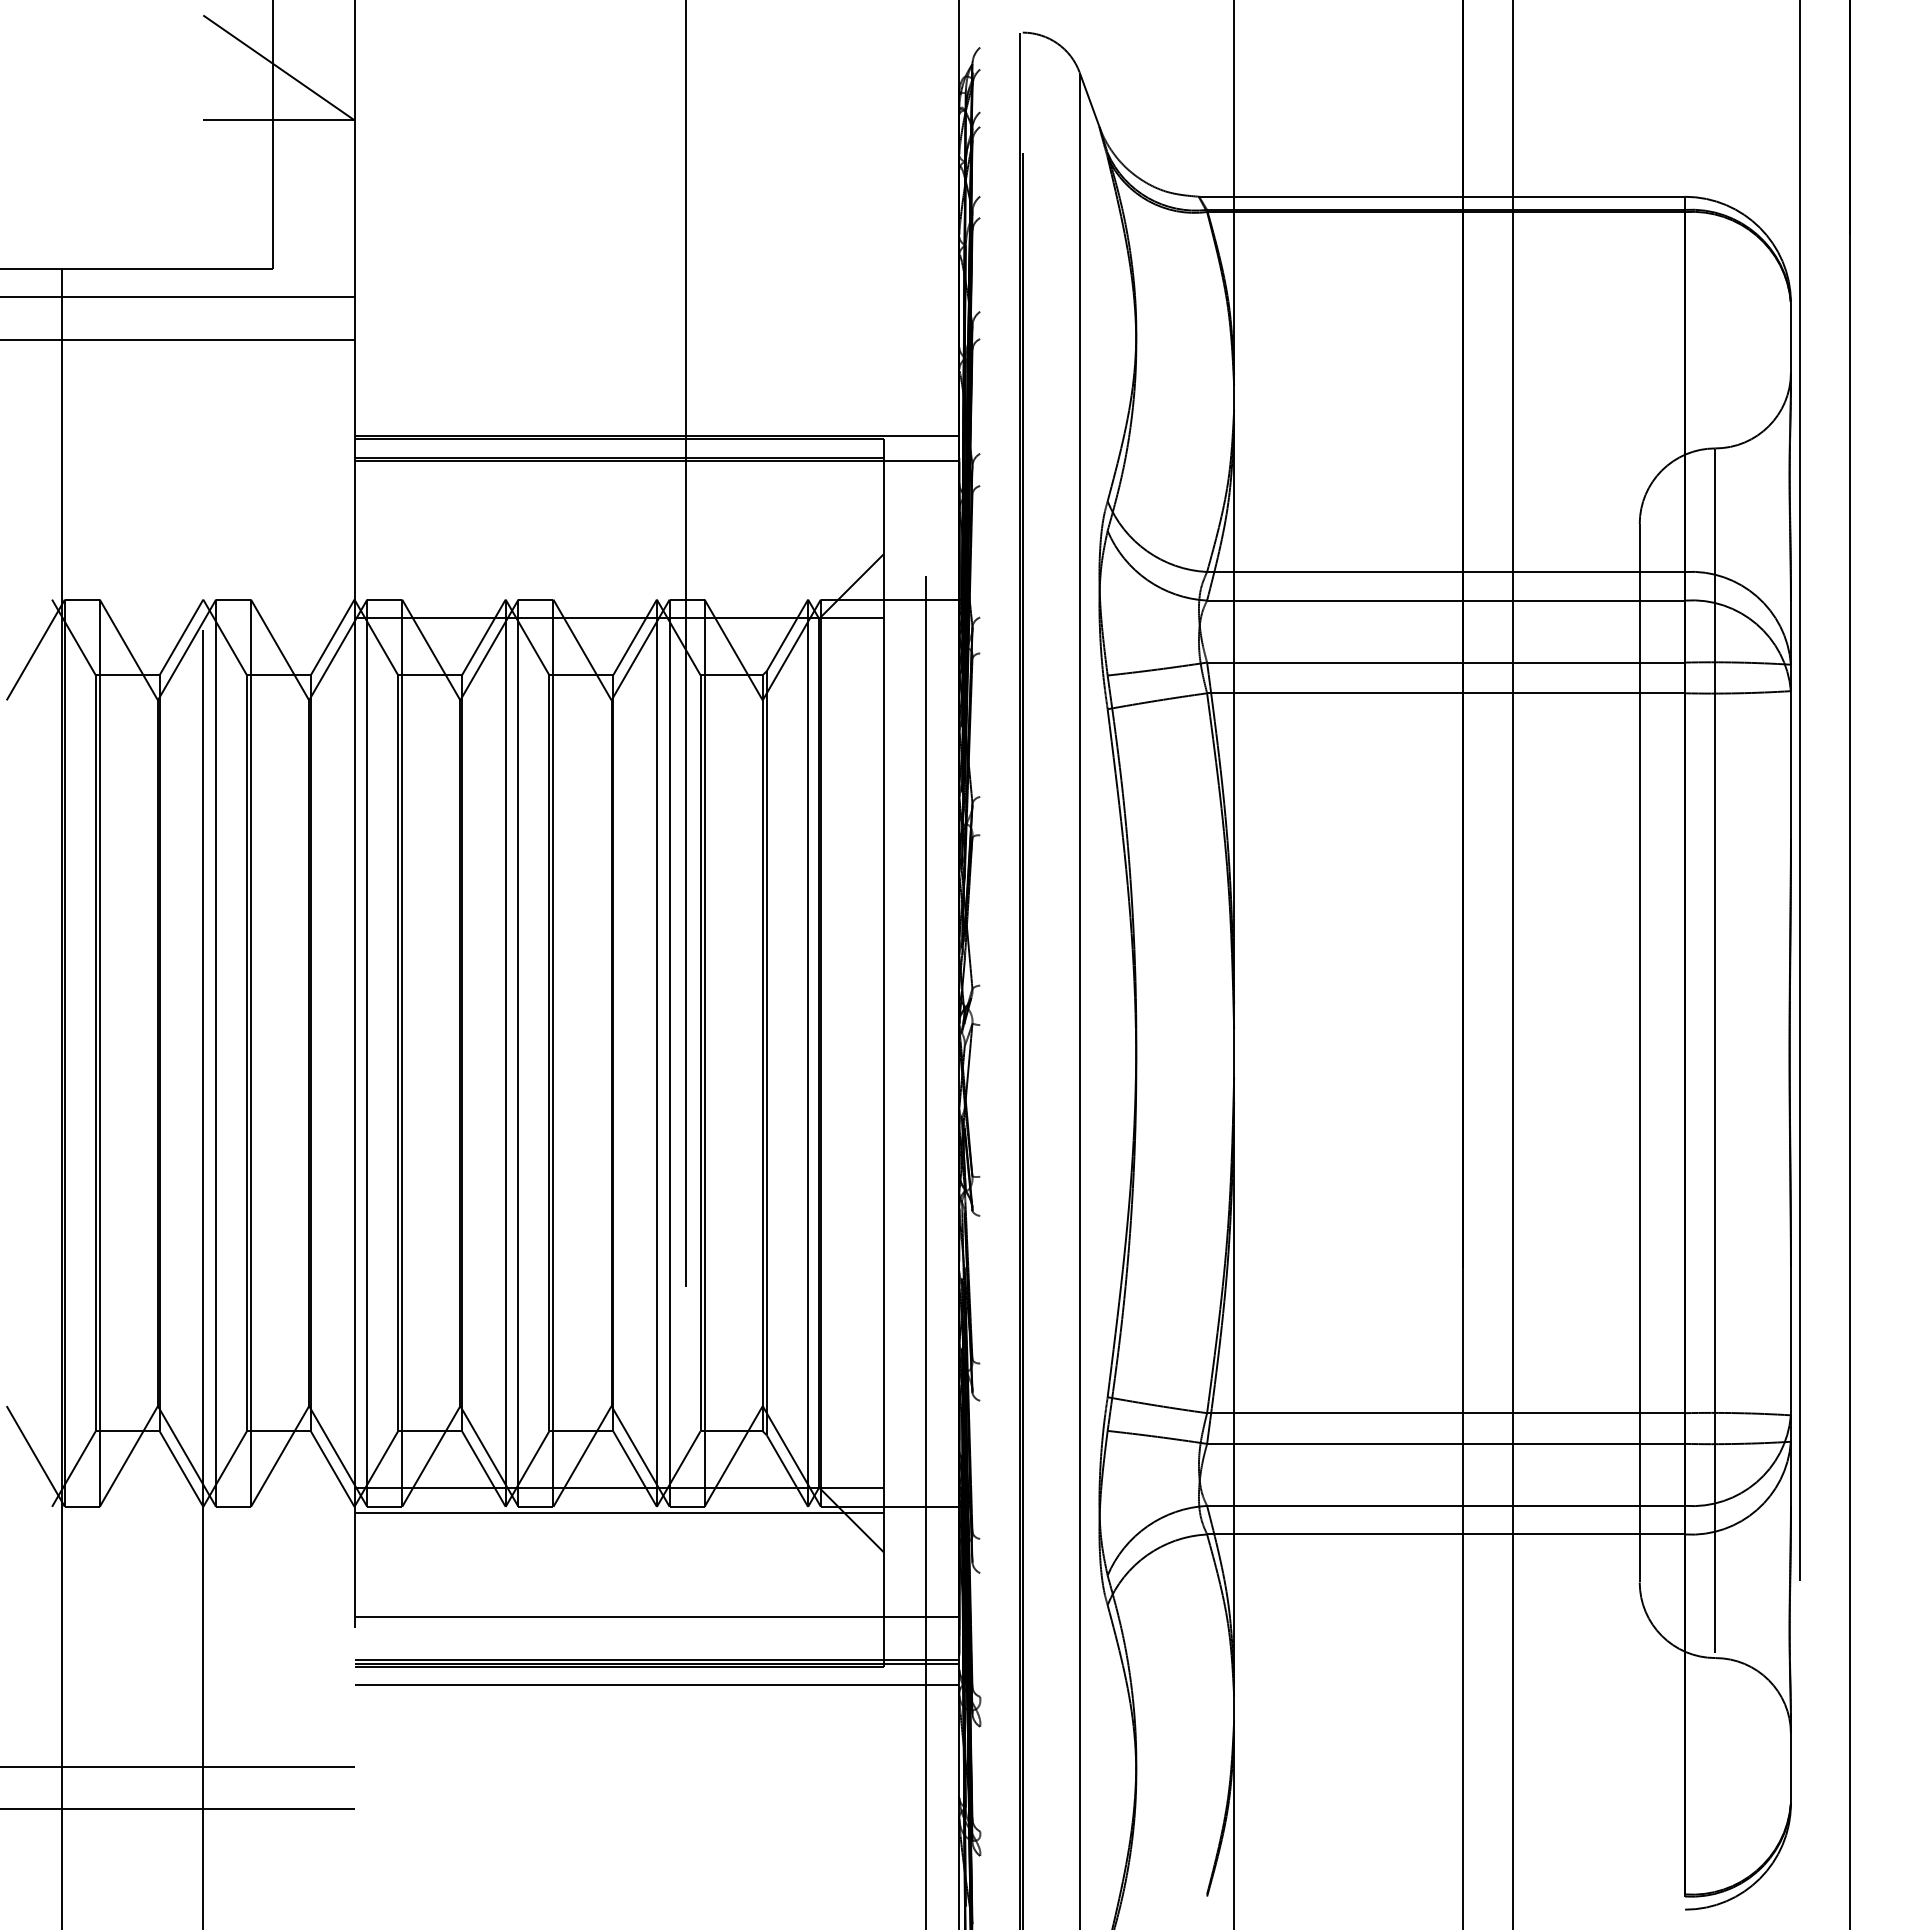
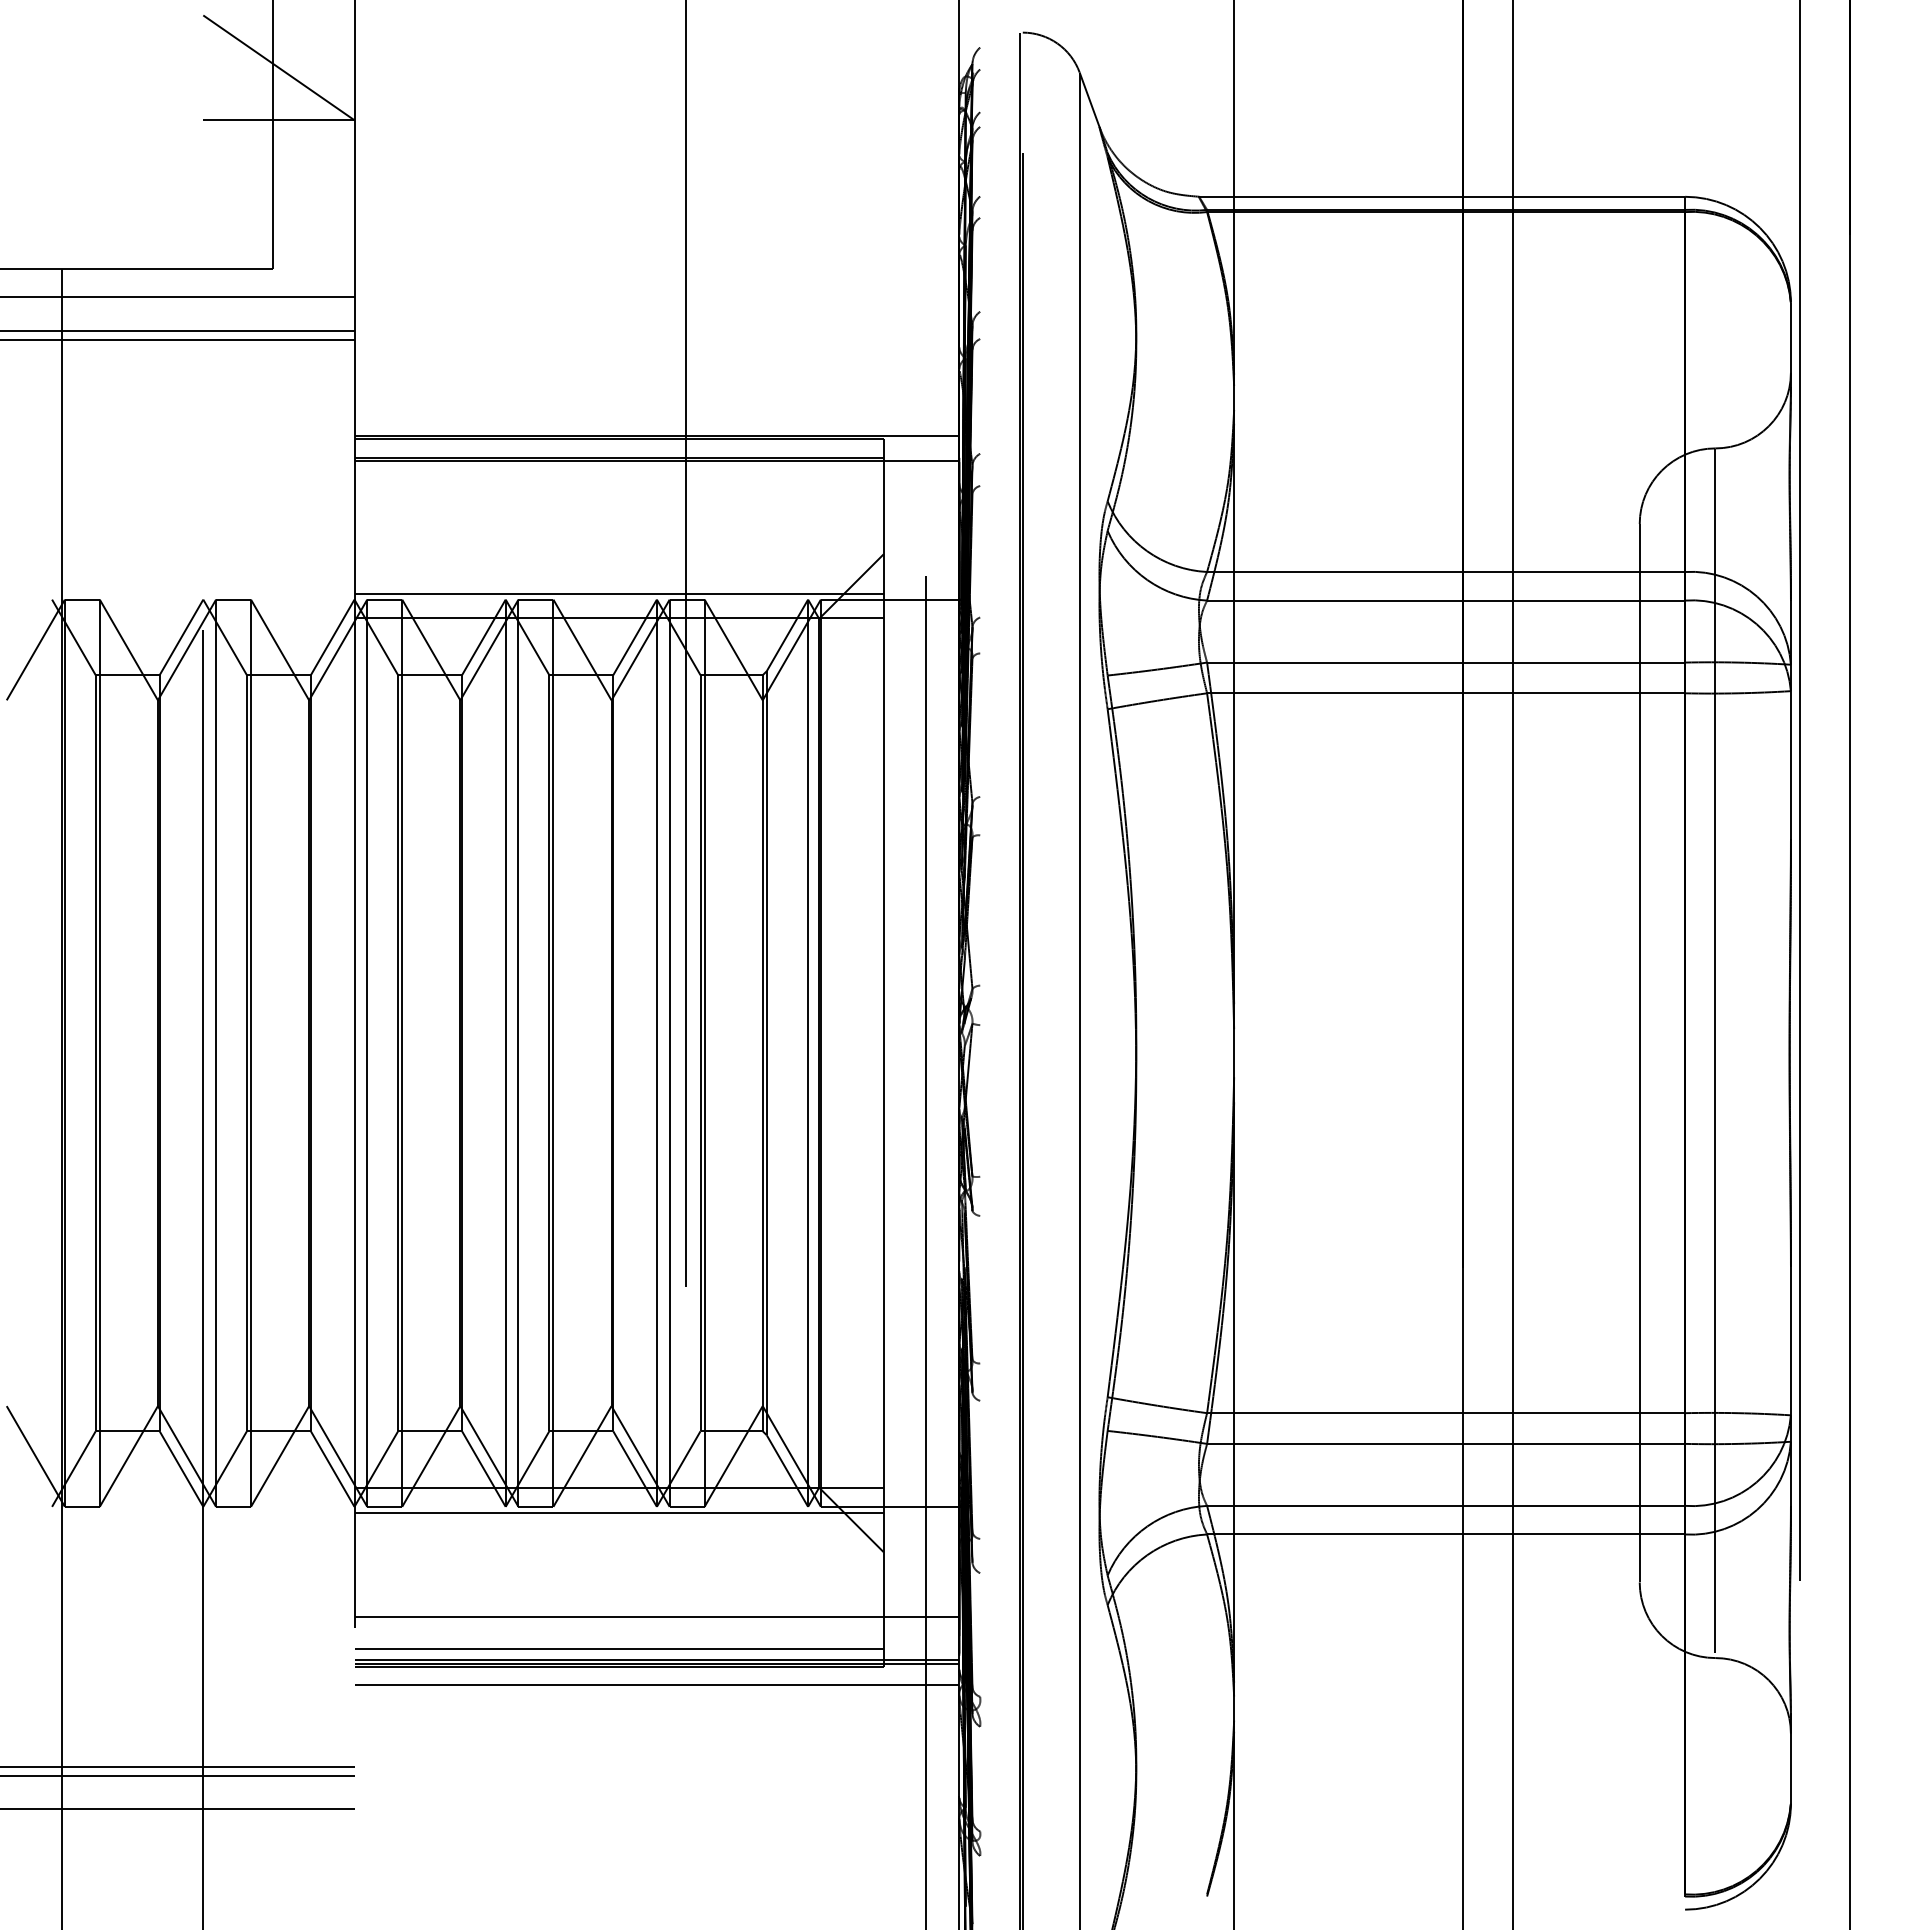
line at (178, 330): none -> present
line at (618, 593): none -> present
line at (618, 1648): none -> present
line at (178, 1775): none -> present
